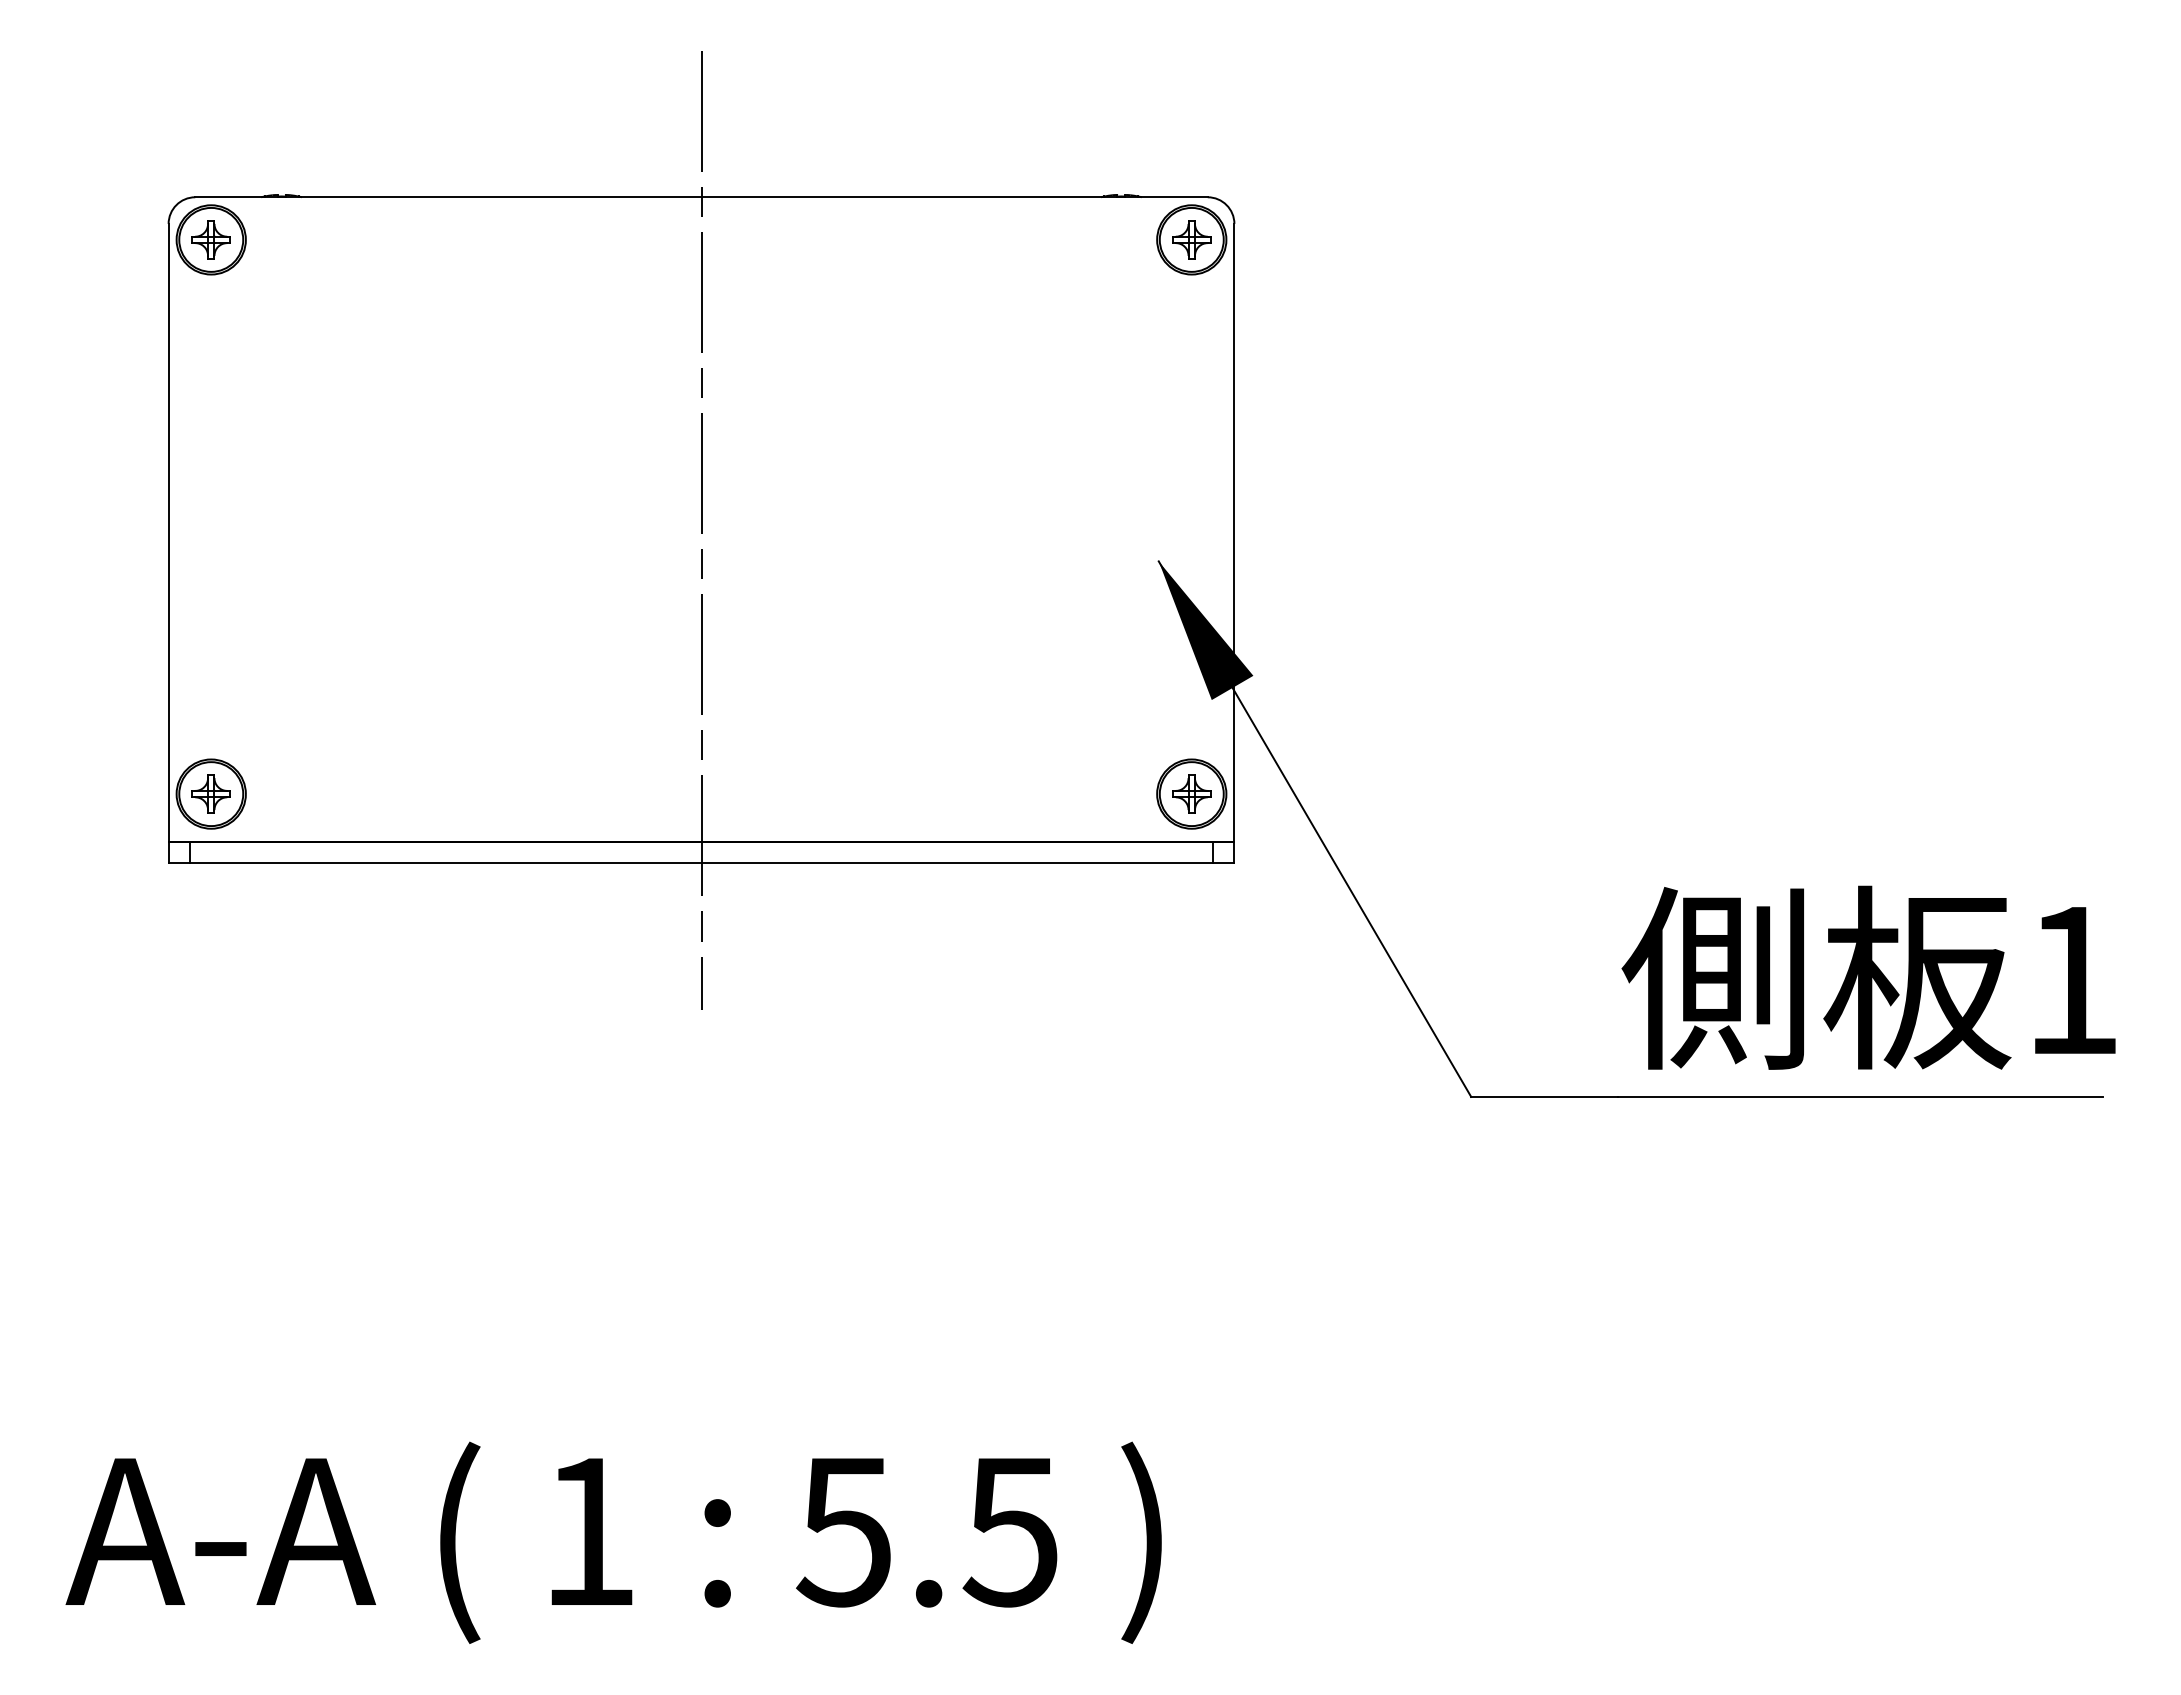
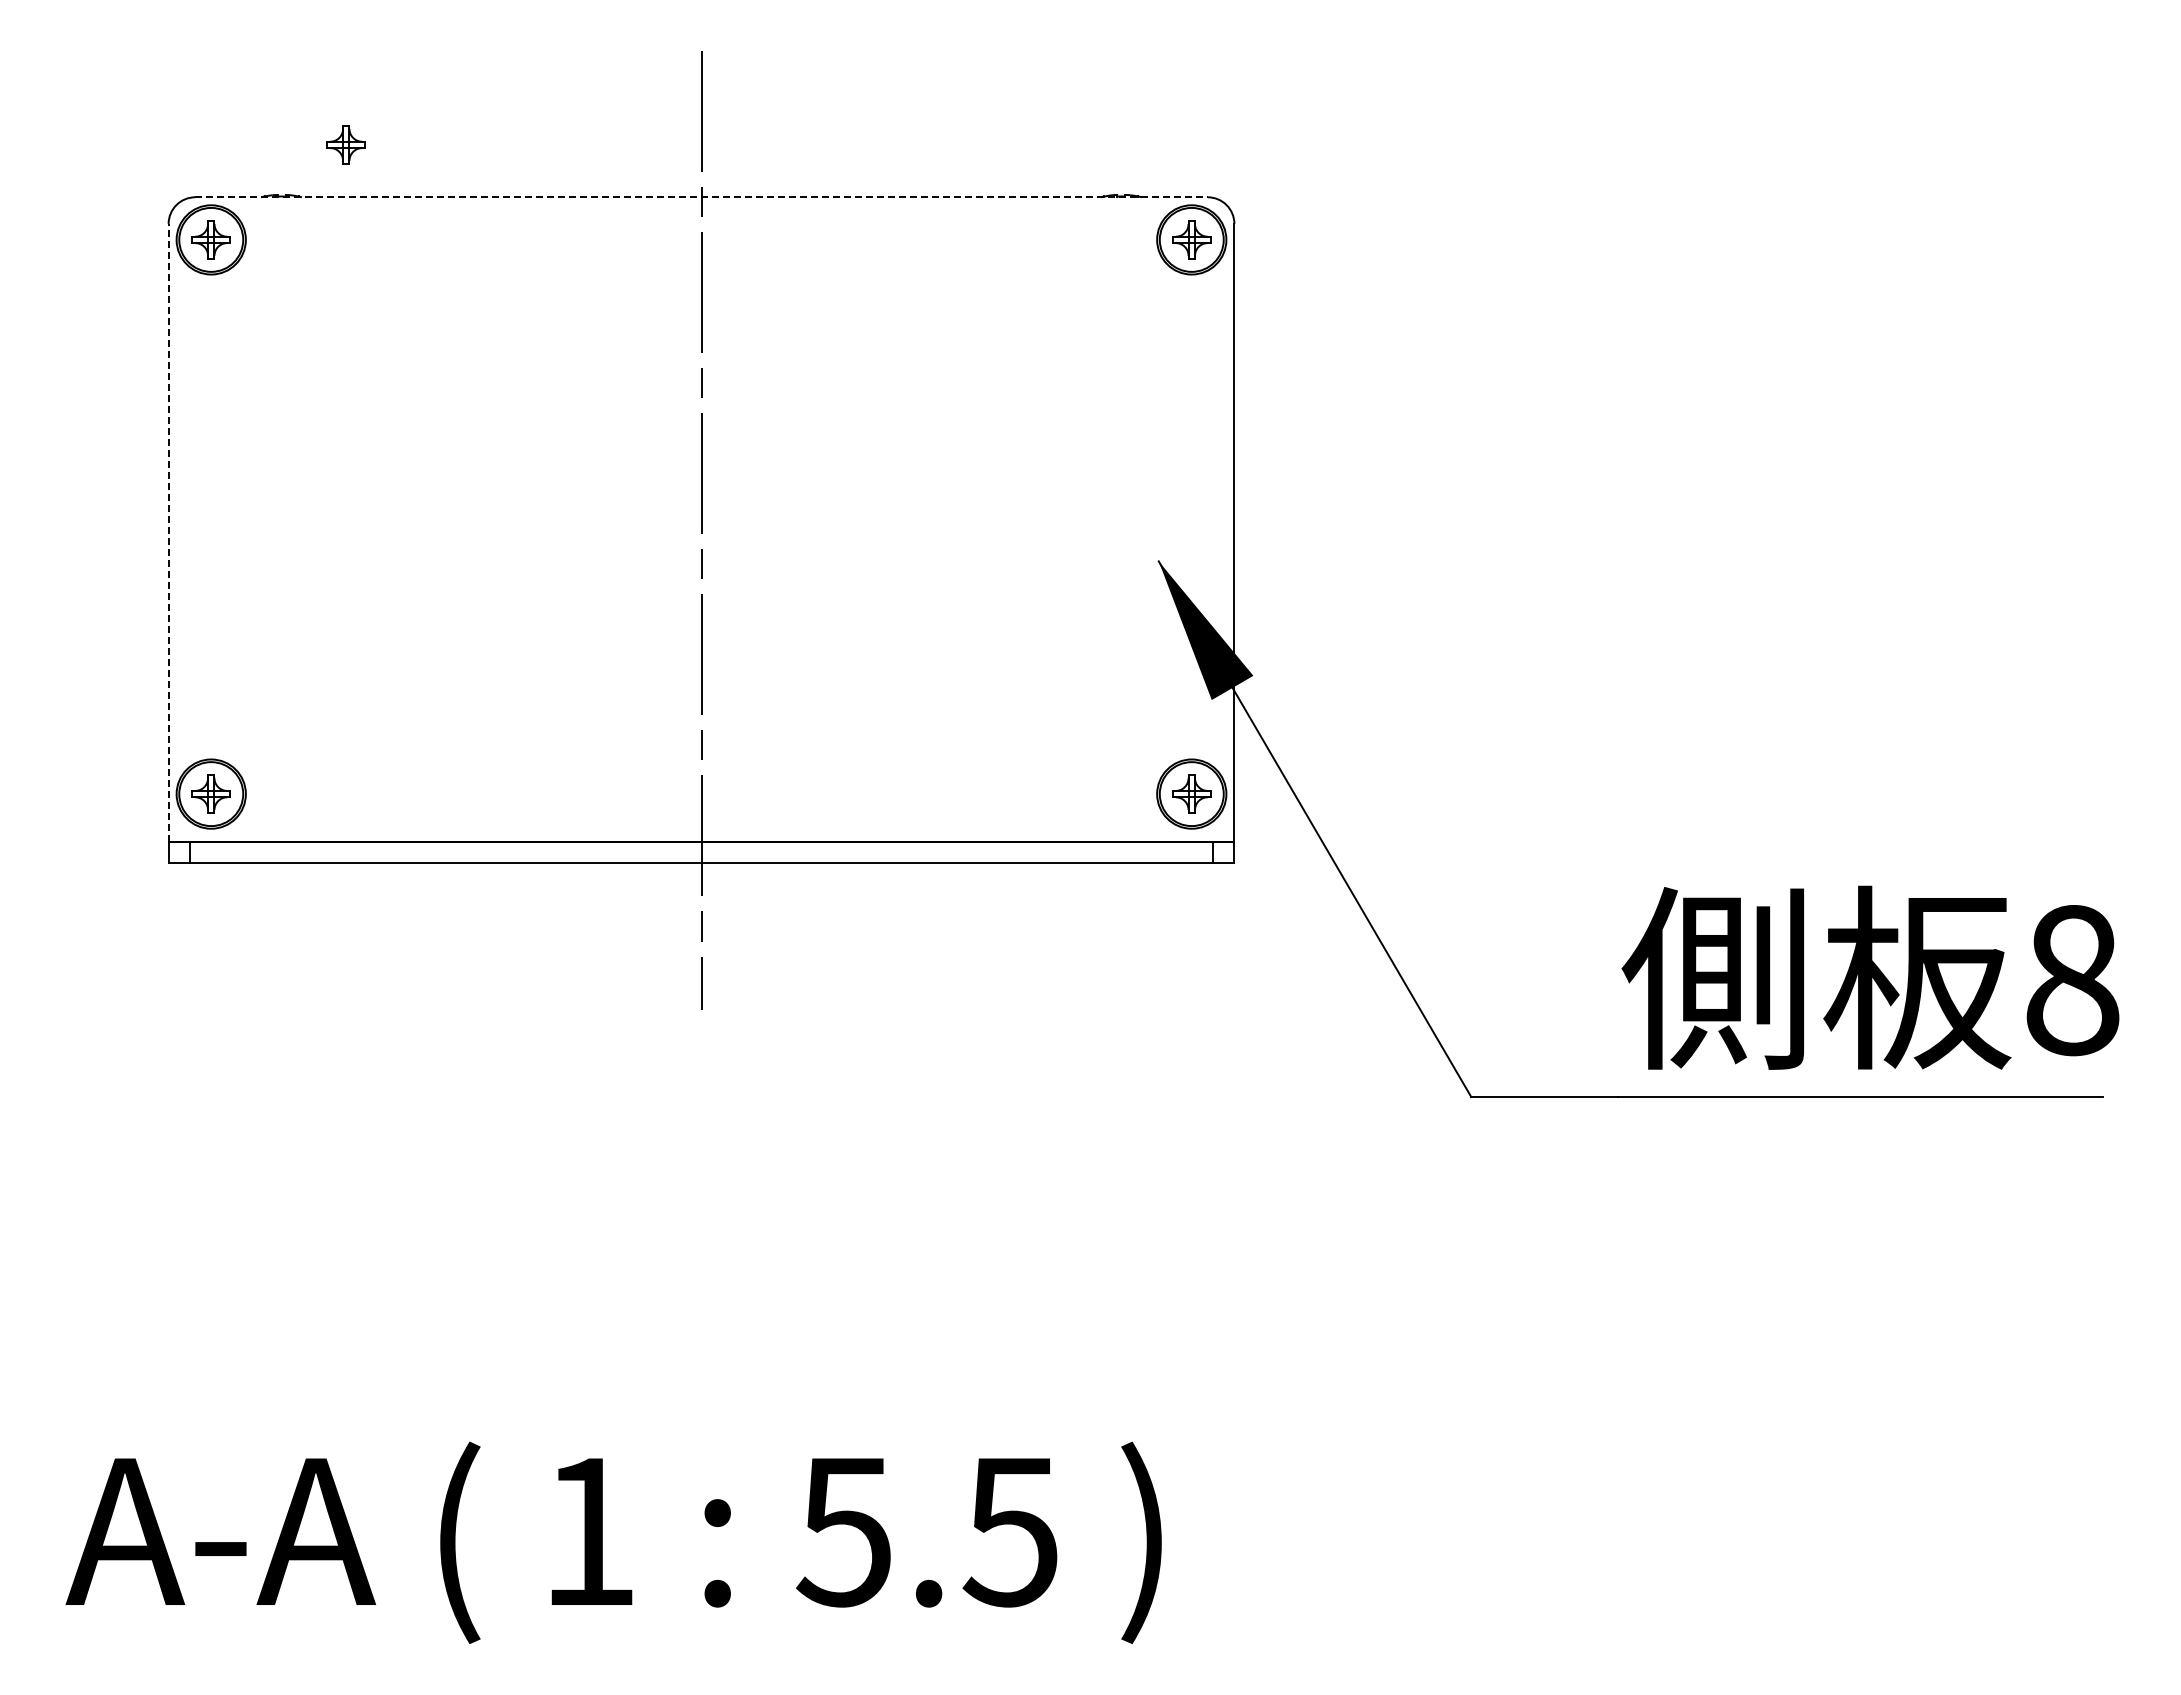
part at (345, 144): none -> present
line at (702, 197): solid -> dashed
line at (168, 532): solid -> dashed
text at (2072, 980): 1 -> 8
